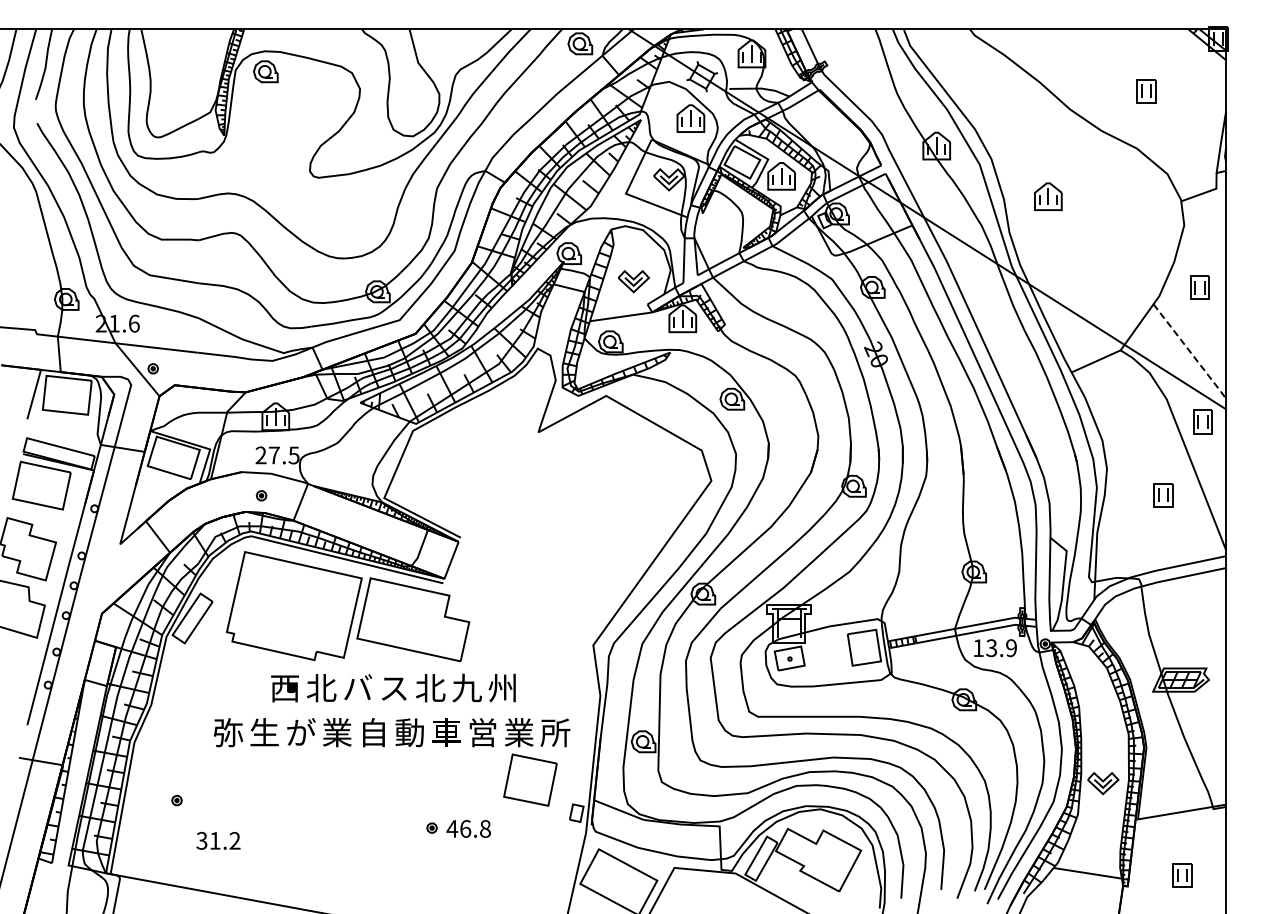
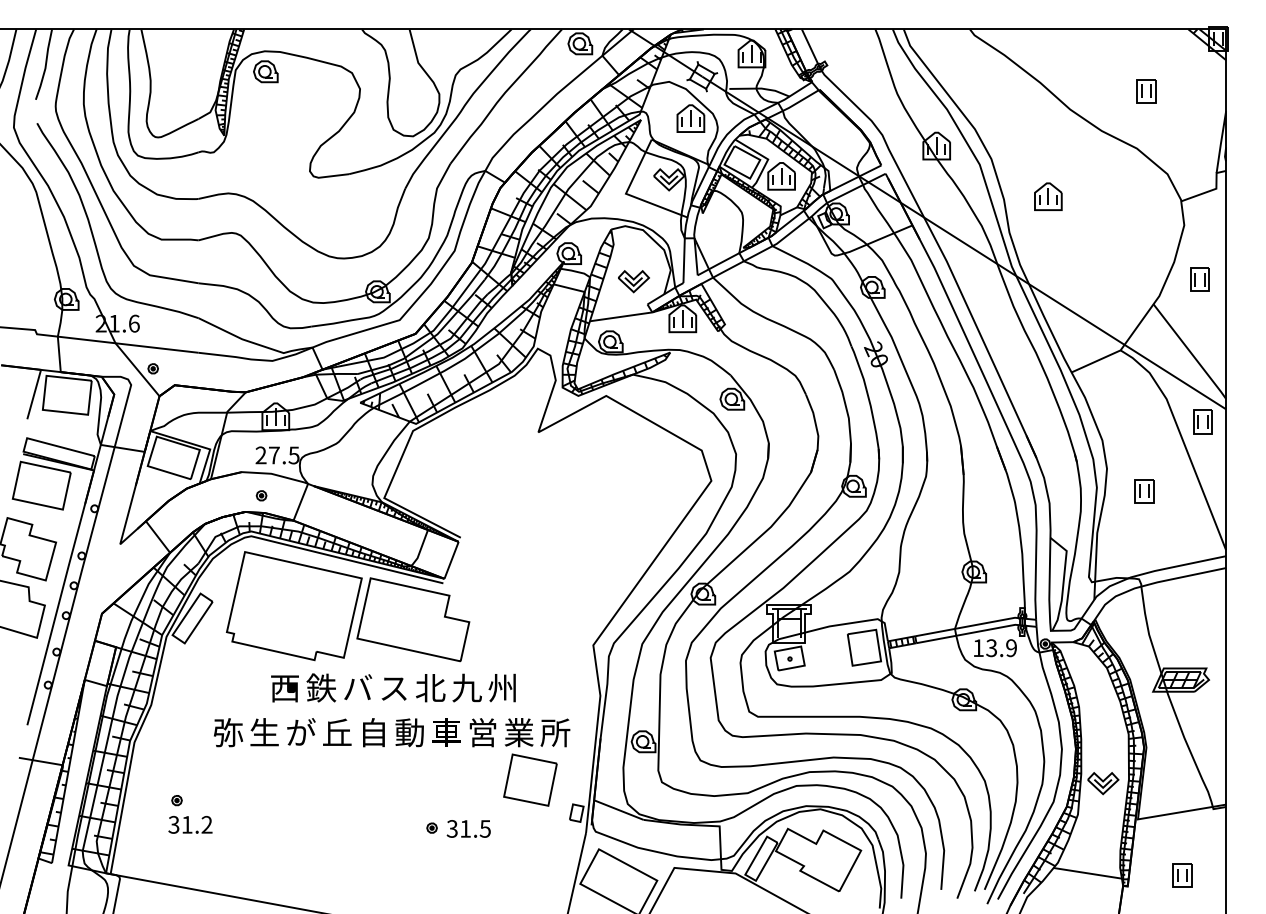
part at (1199, 287) position: (1199, 287) -> (1199, 279)
line at (1190, 352): dashed -> solid
part at (1163, 495) position: (1163, 495) -> (1144, 491)
text at (321, 687): 北 -> 鉄
text at (337, 732): 業 -> 丘
text at (468, 828): 46.8 -> 31.5
text at (218, 840) position: (218, 840) -> (190, 824)
